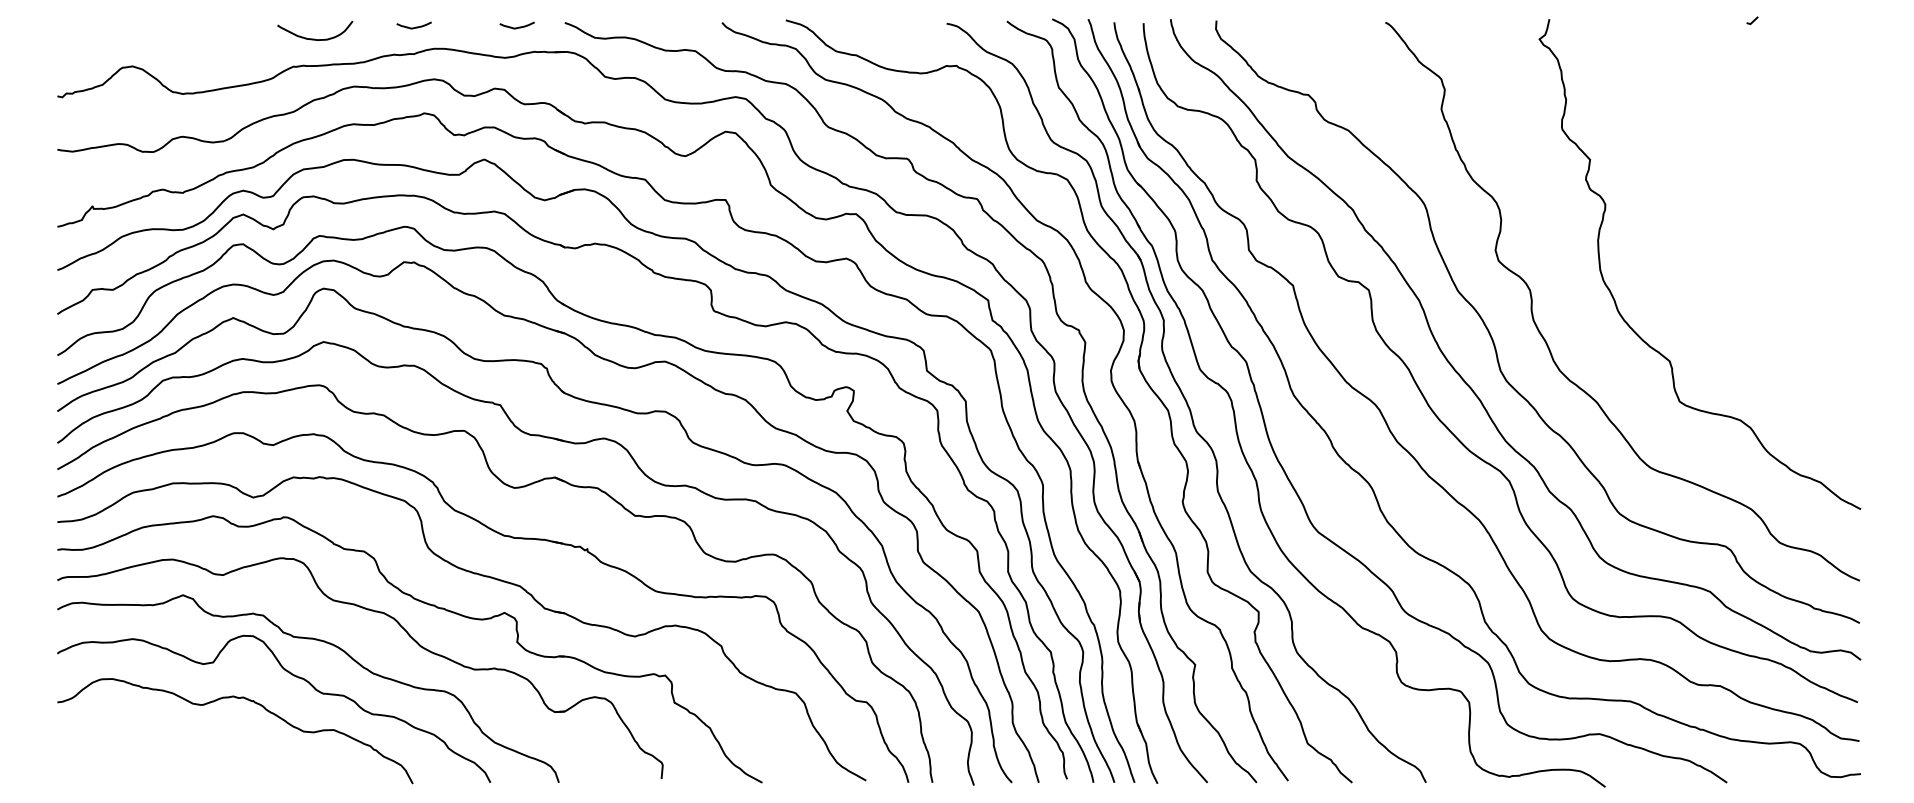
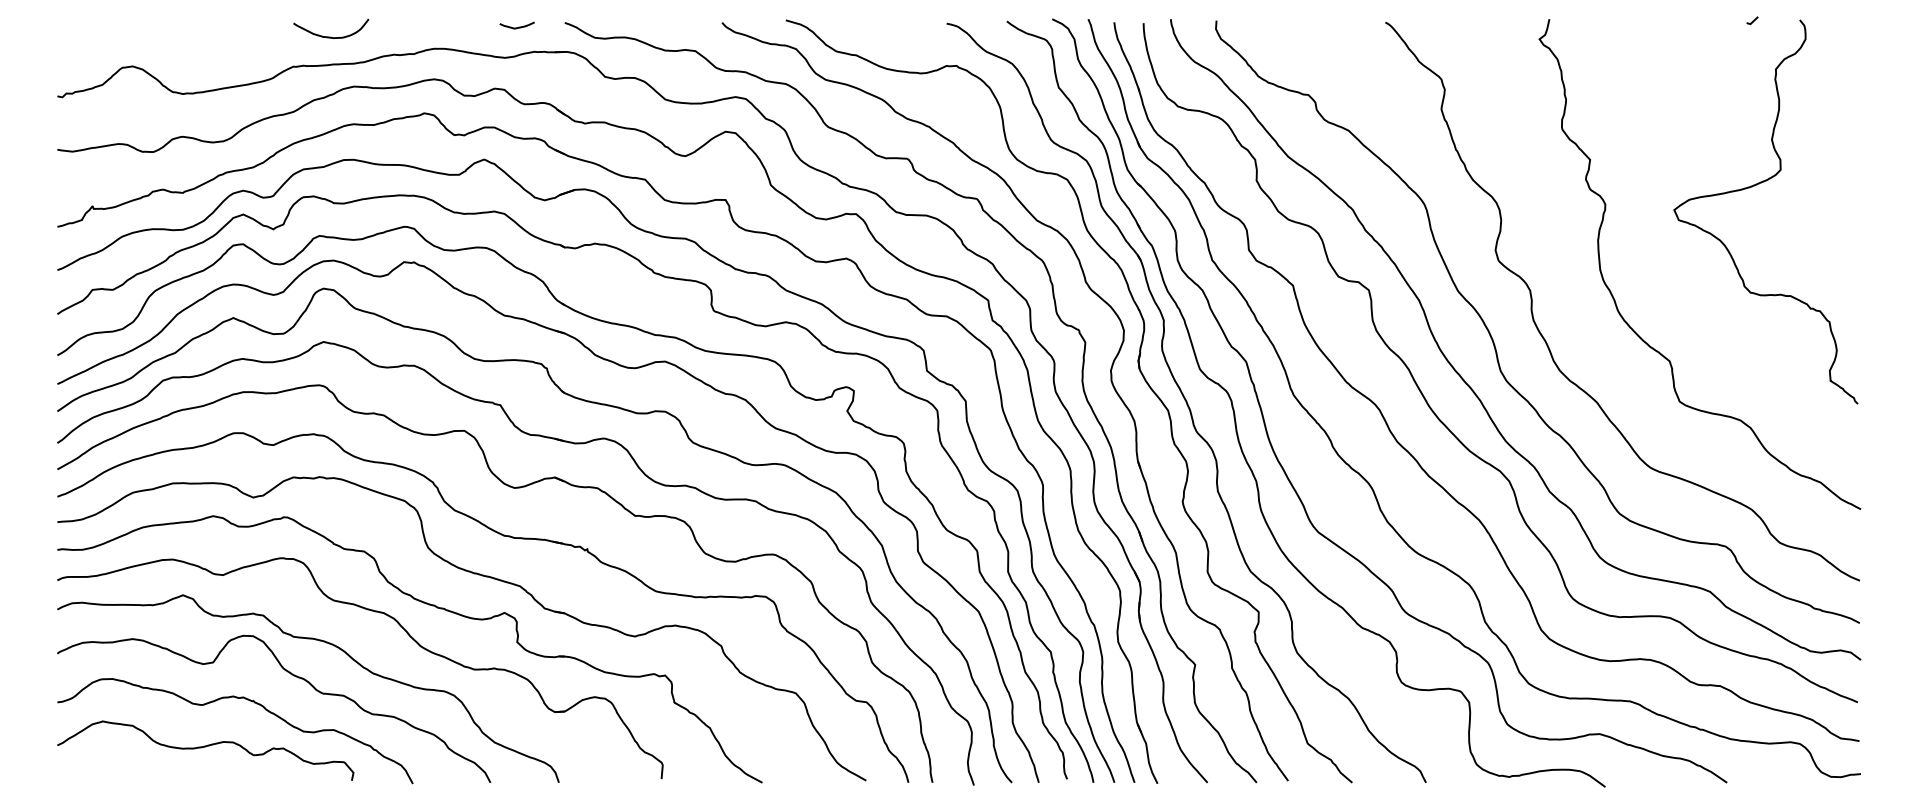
curve at (413, 27): present -> none
curve at (314, 38) position: (314, 38) -> (330, 36)
curve at (1757, 185): none -> present
curve at (205, 747): none -> present
